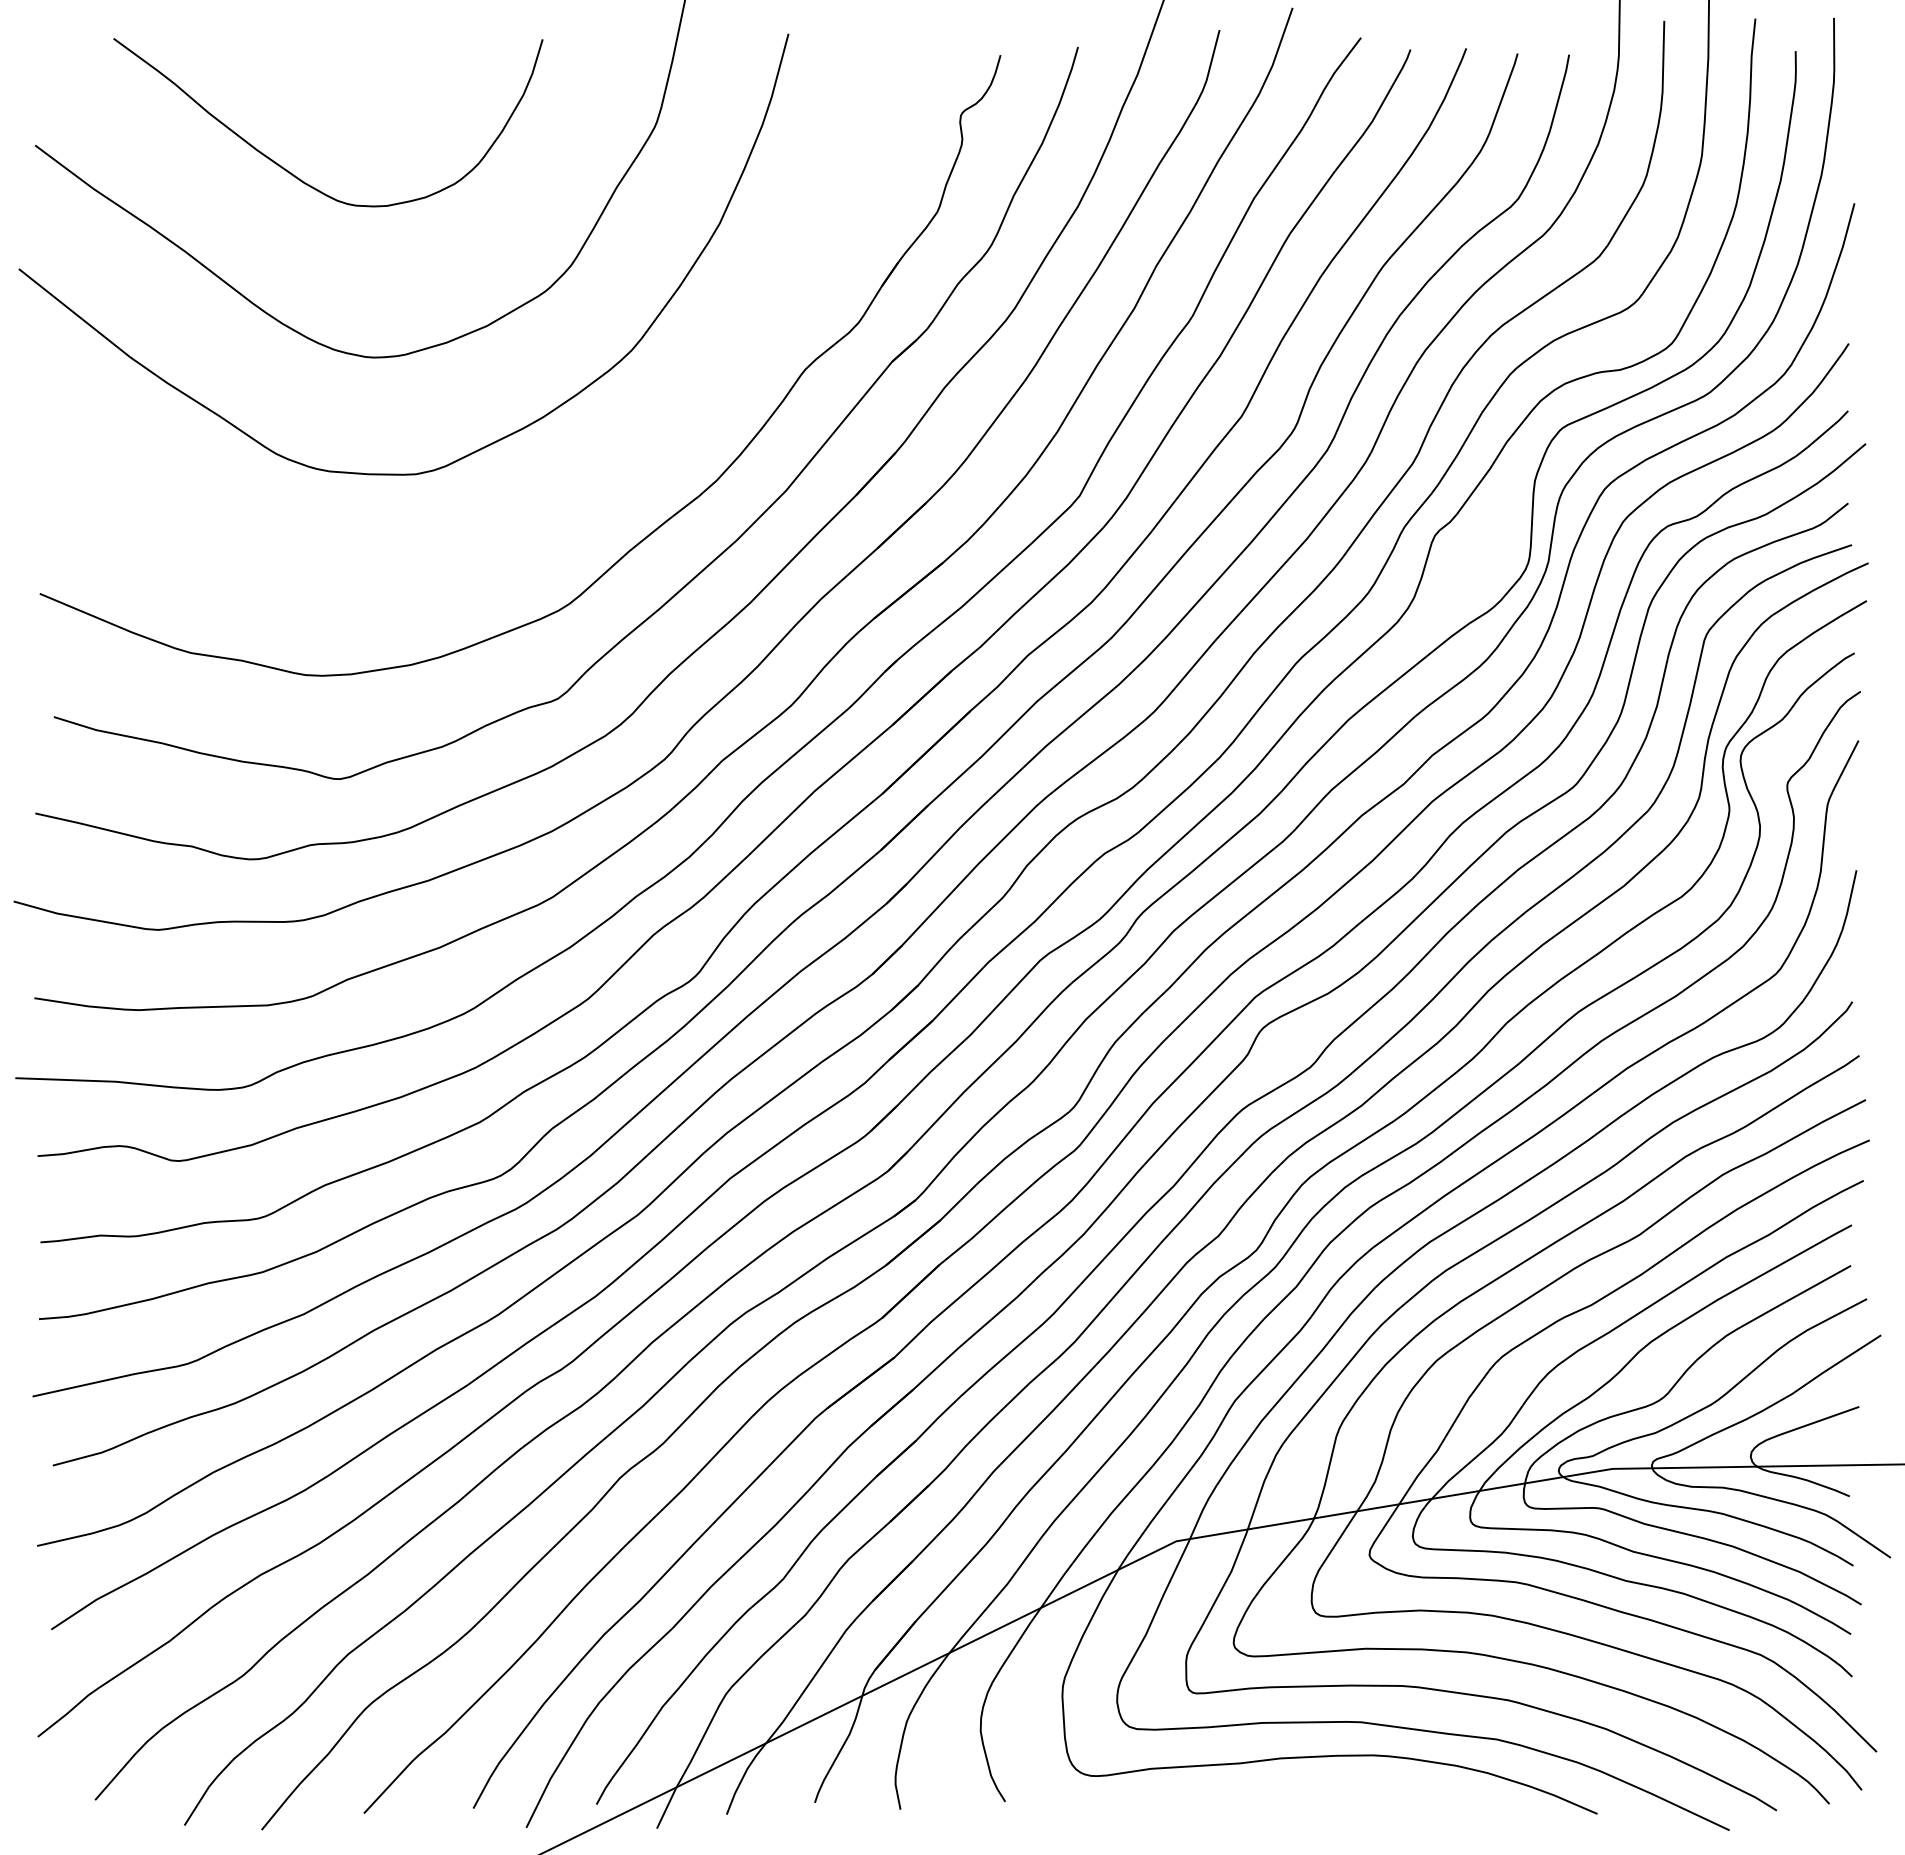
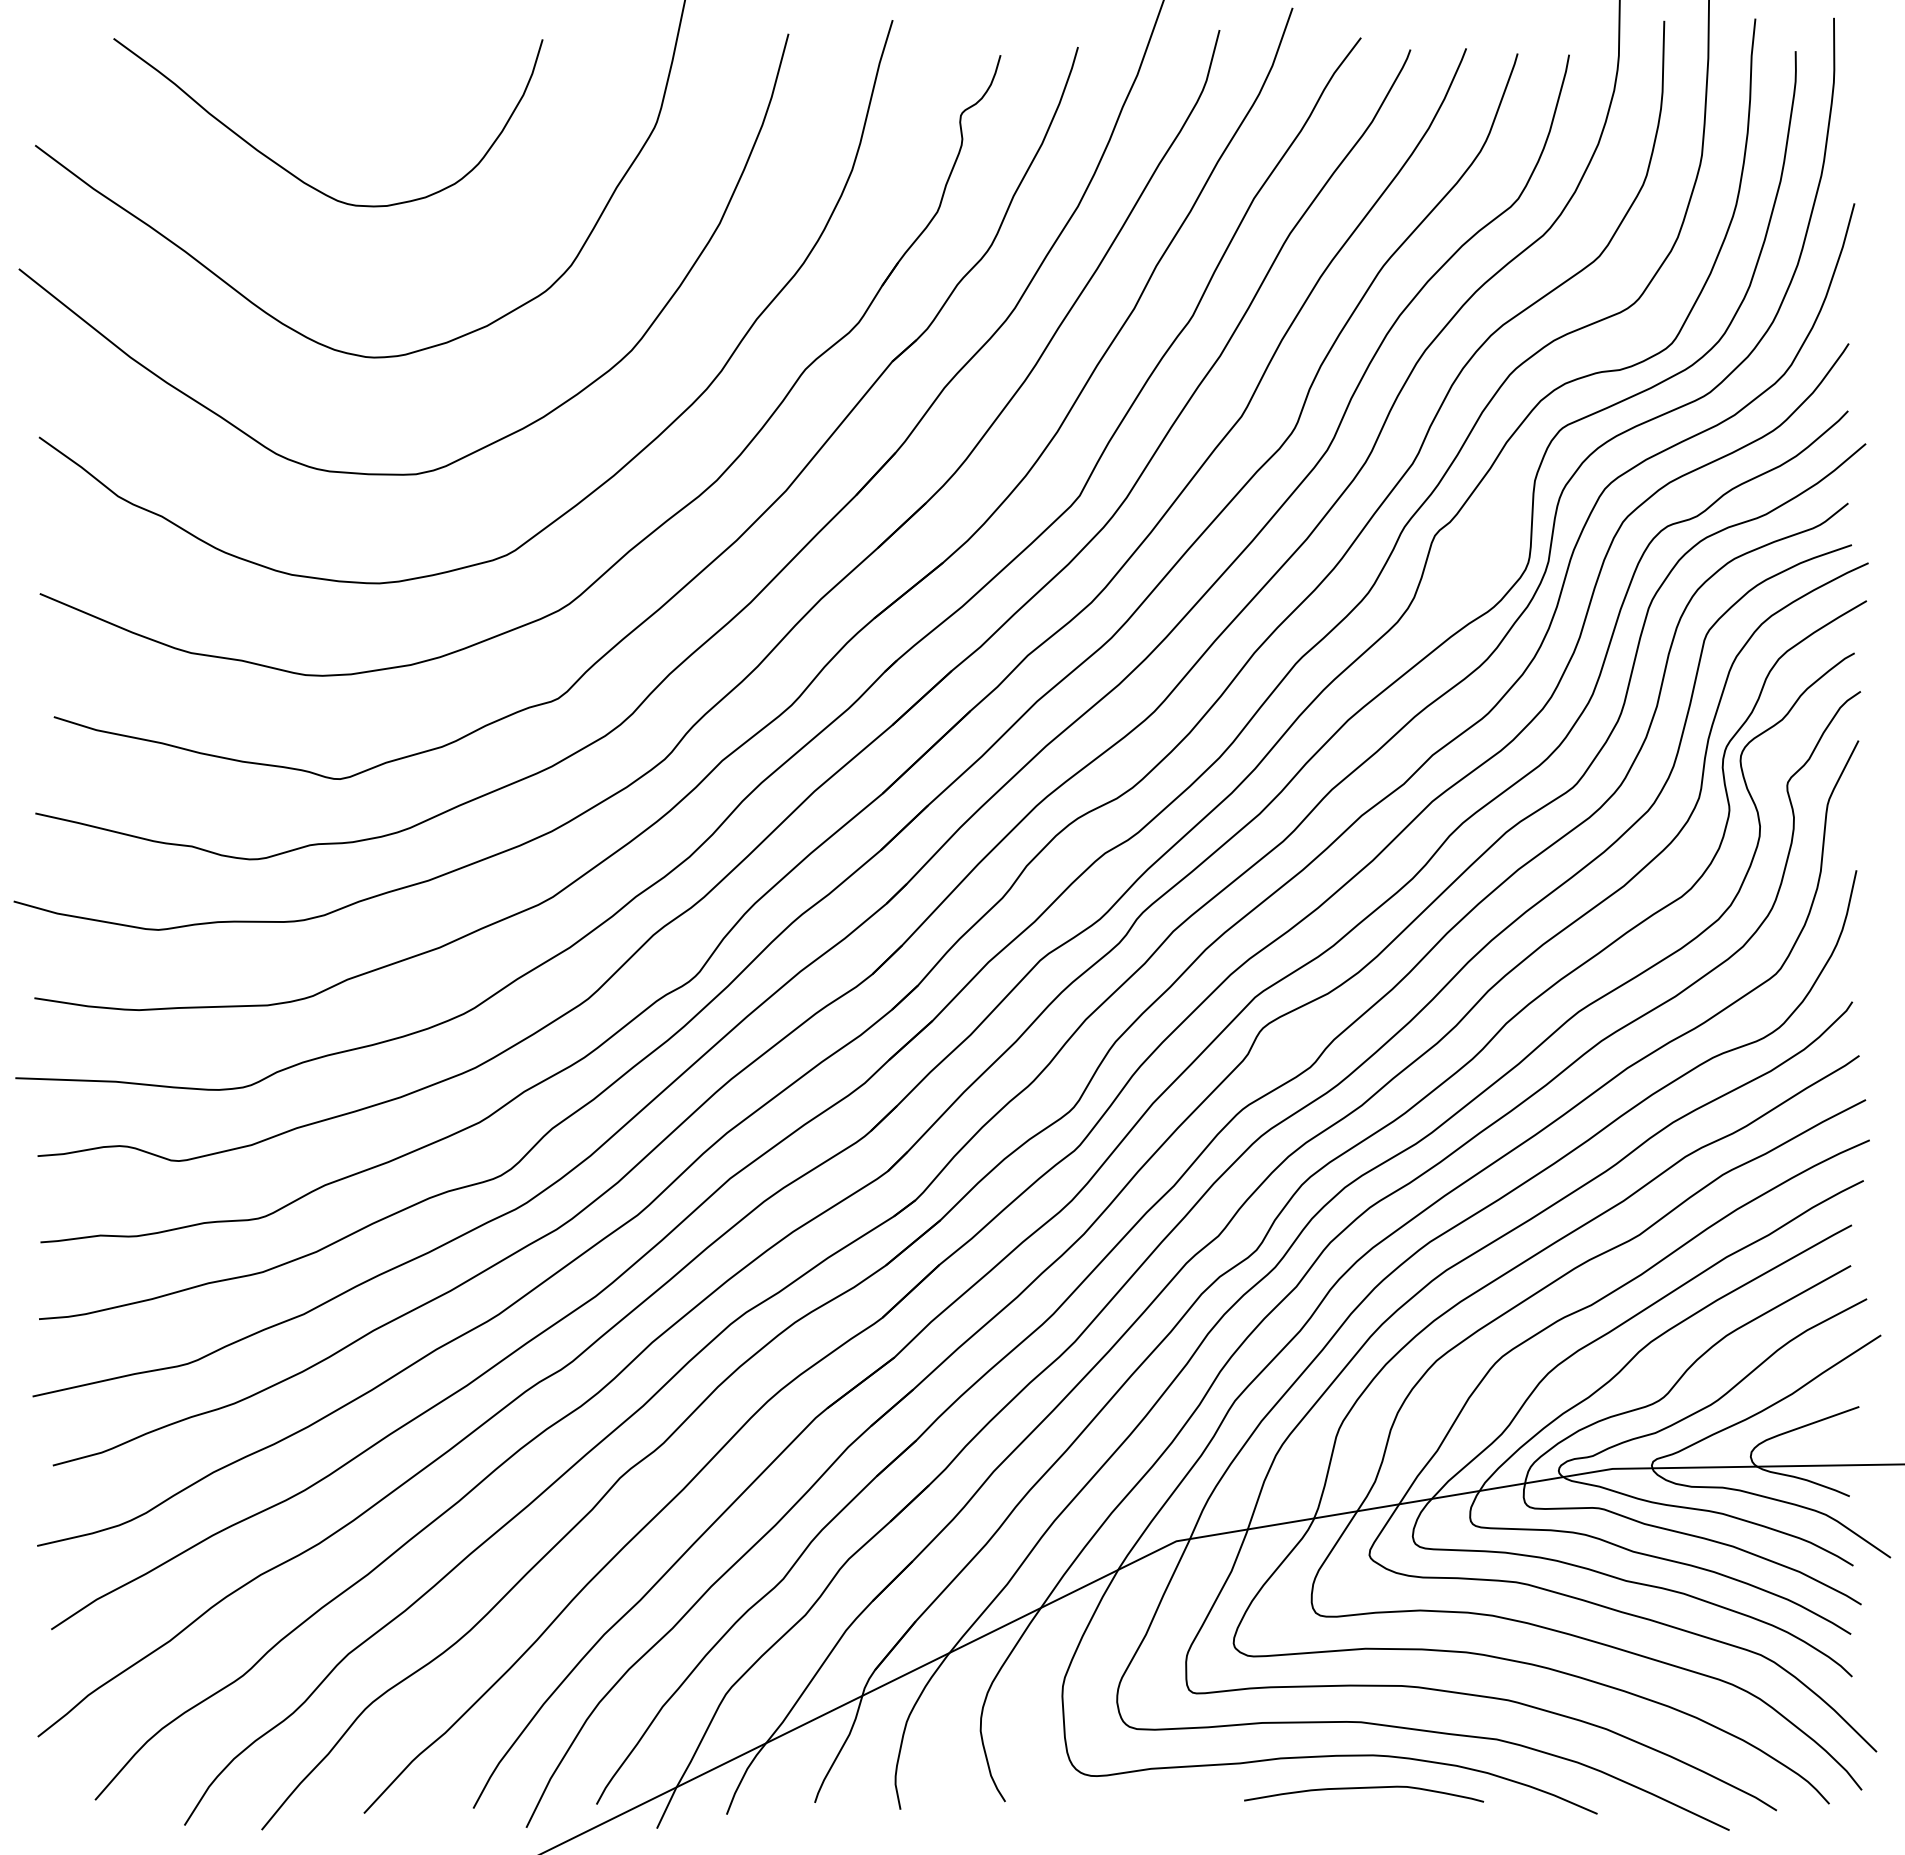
curve at (609, 477): none -> present
curve at (1364, 1788): none -> present
